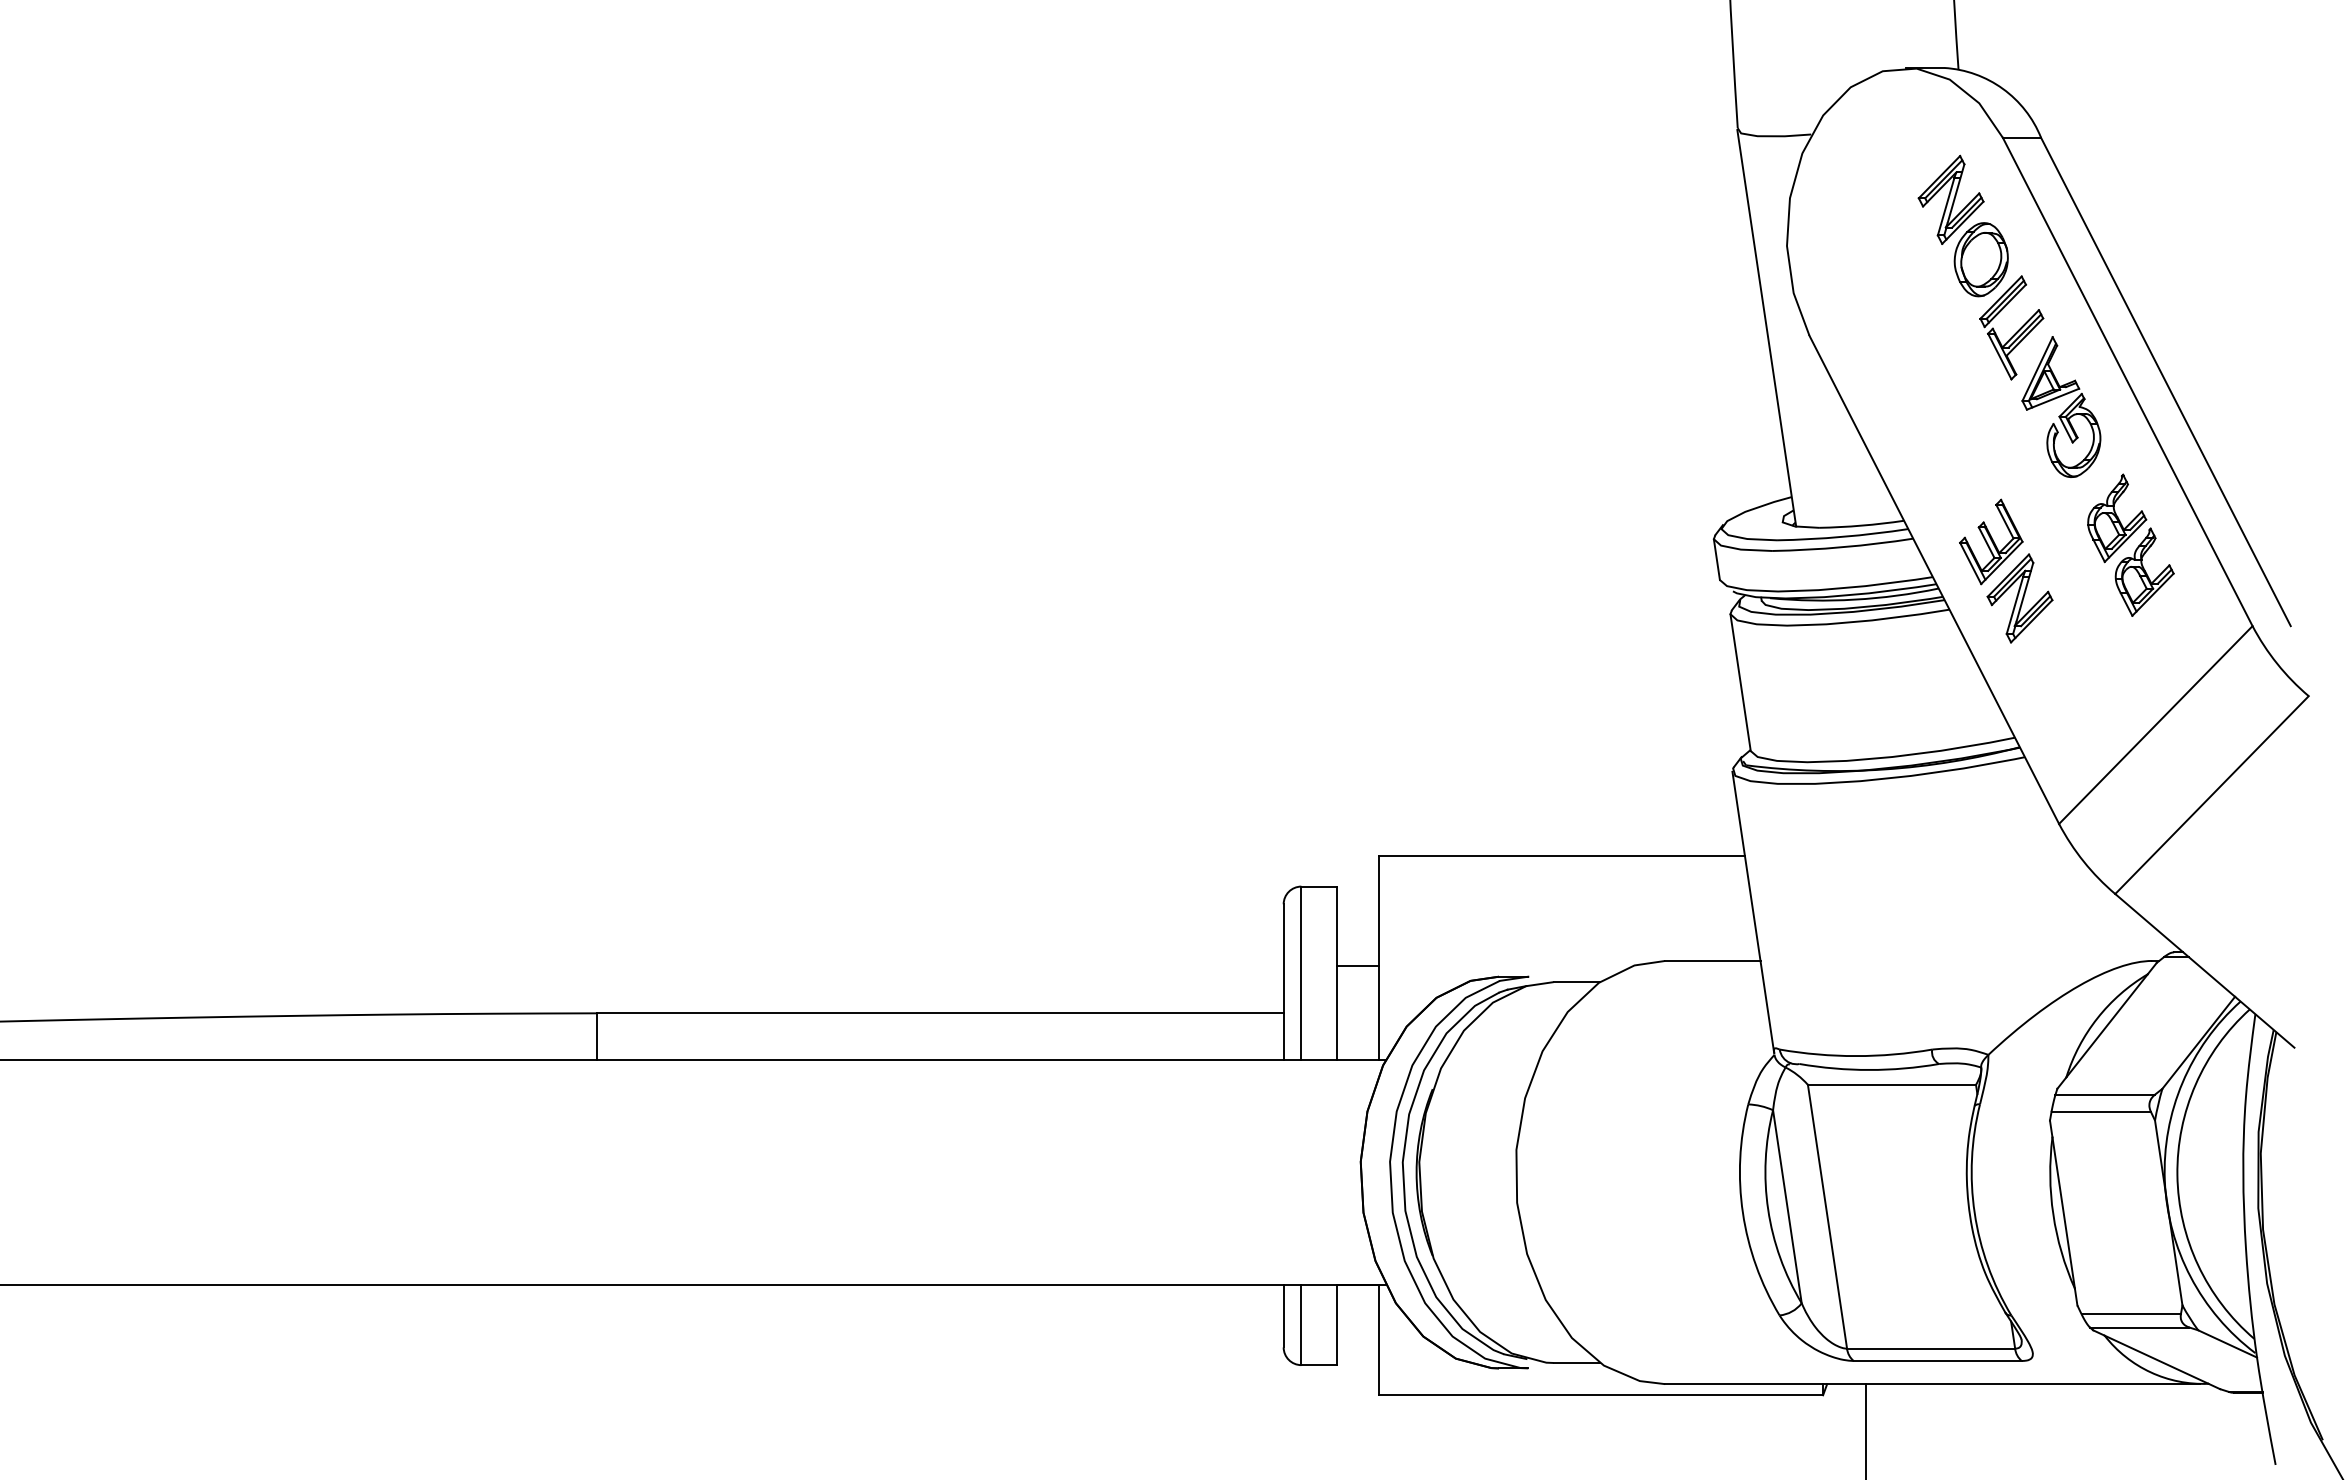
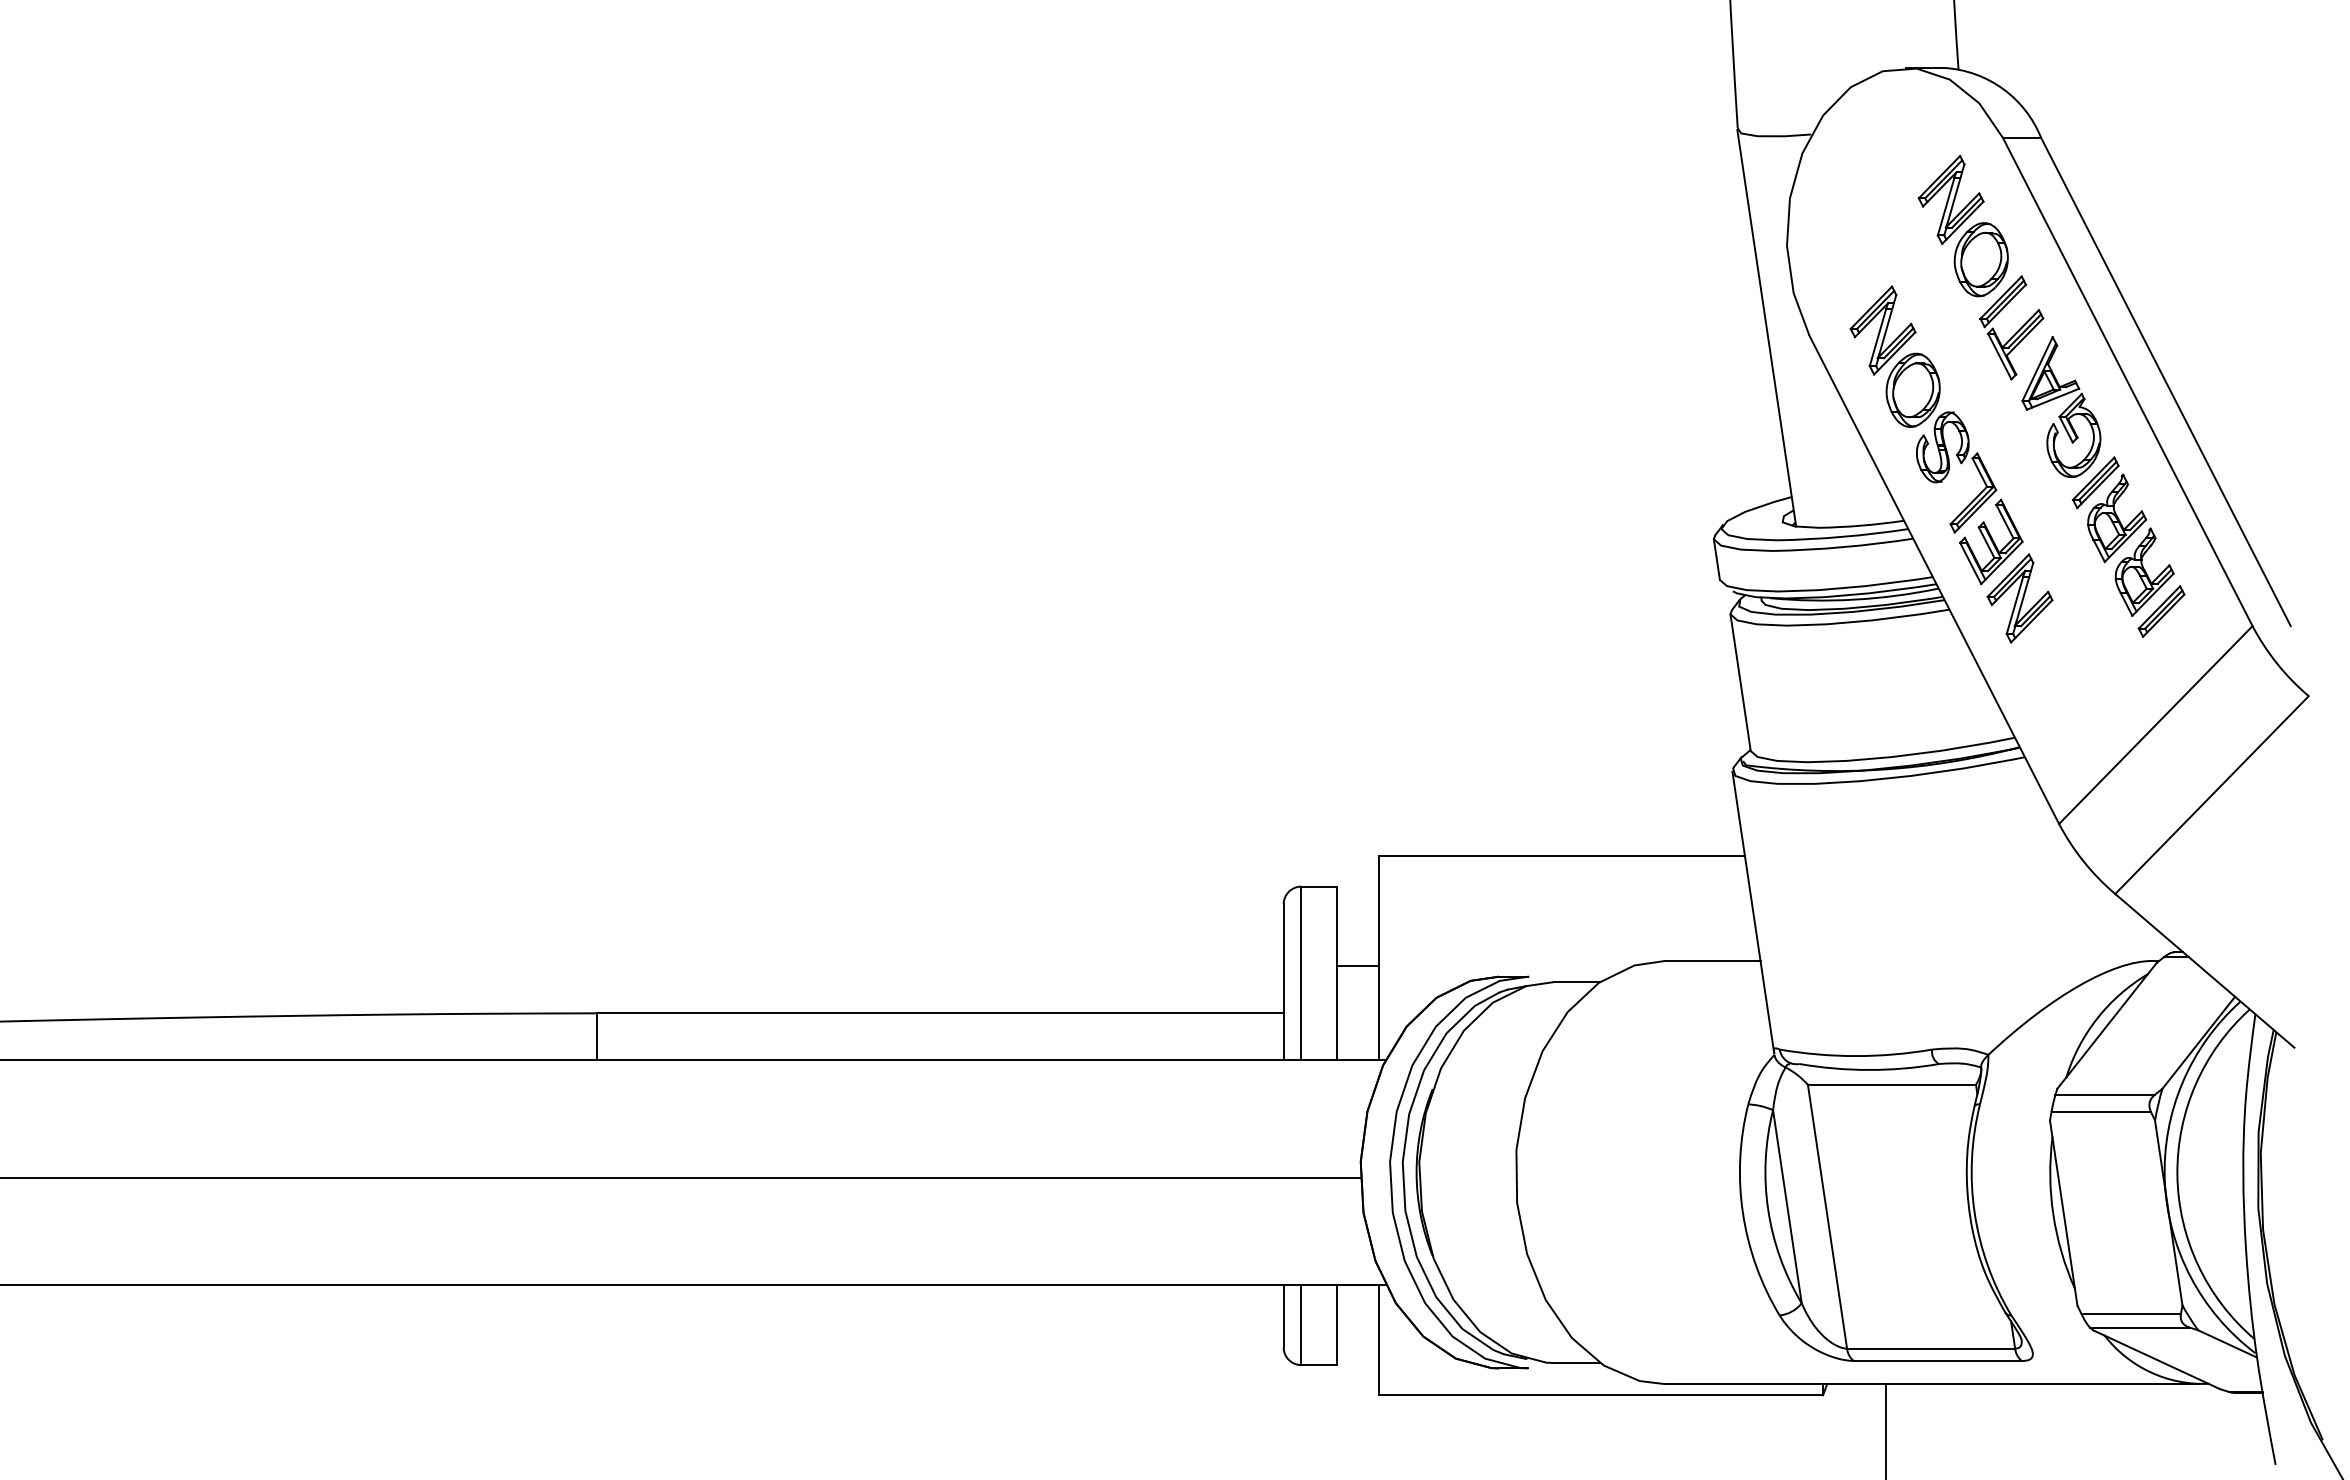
part at (1923, 409): none -> present
part at (2095, 482): none -> present
part at (2161, 611): none -> present
line at (681, 1177): none -> present
line at (1866, 1430) position: (1866, 1430) -> (1886, 1430)
